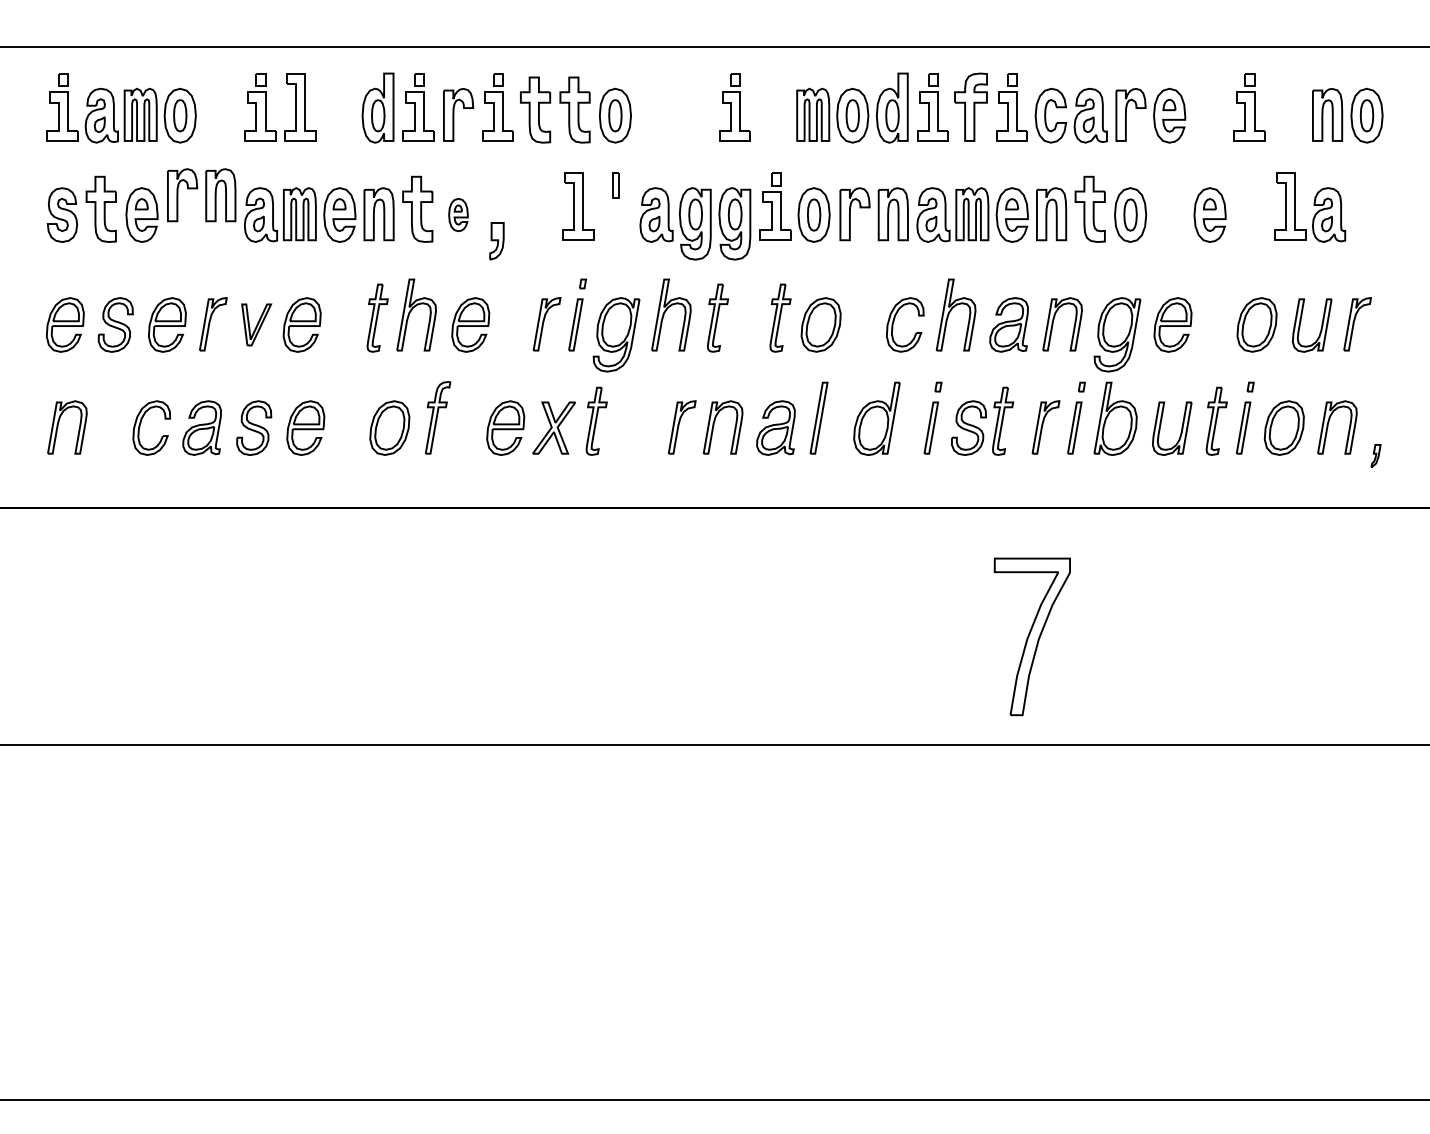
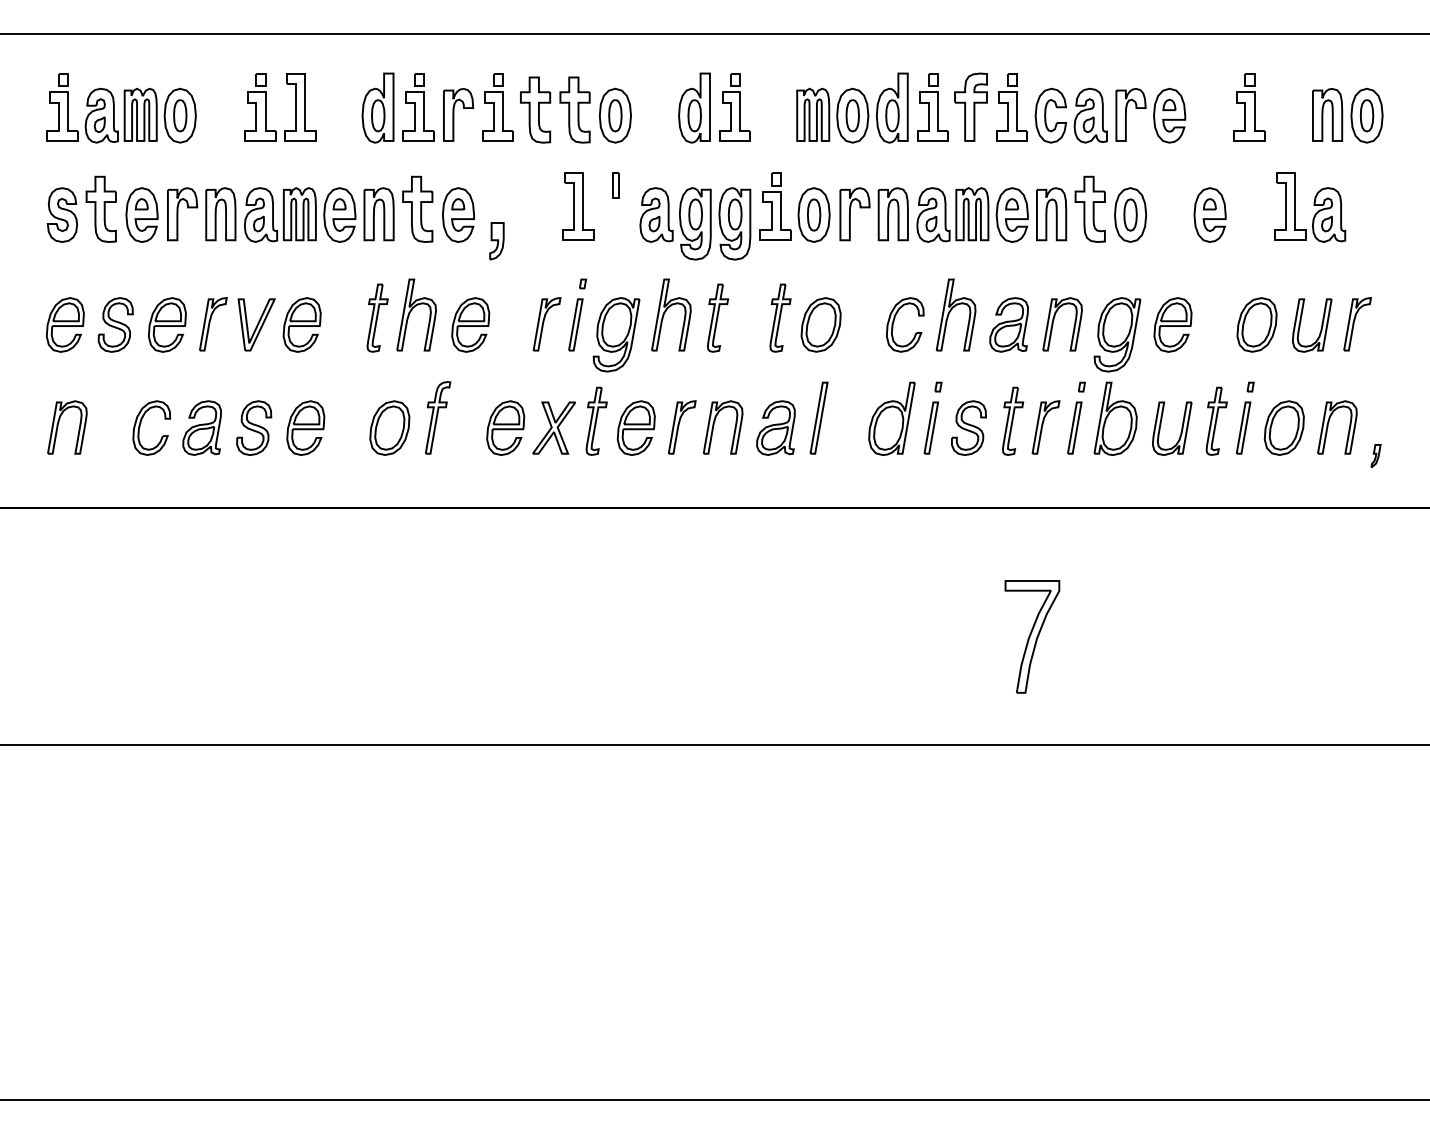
line at (714, 46) position: (714, 46) -> (714, 33)
part at (694, 107): none -> present
part at (201, 195) position: (201, 195) -> (201, 214)
part at (458, 215) size: 21x35 px -> 33x56 px
part at (256, 324) size: 32x44 px -> 39x54 px
part at (876, 418) position: (876, 418) -> (891, 418)
part at (1003, 420) position: (1003, 420) -> (1013, 420)
part at (635, 427): none -> present
part at (1031, 636) size: 78x160 px -> 57x114 px
